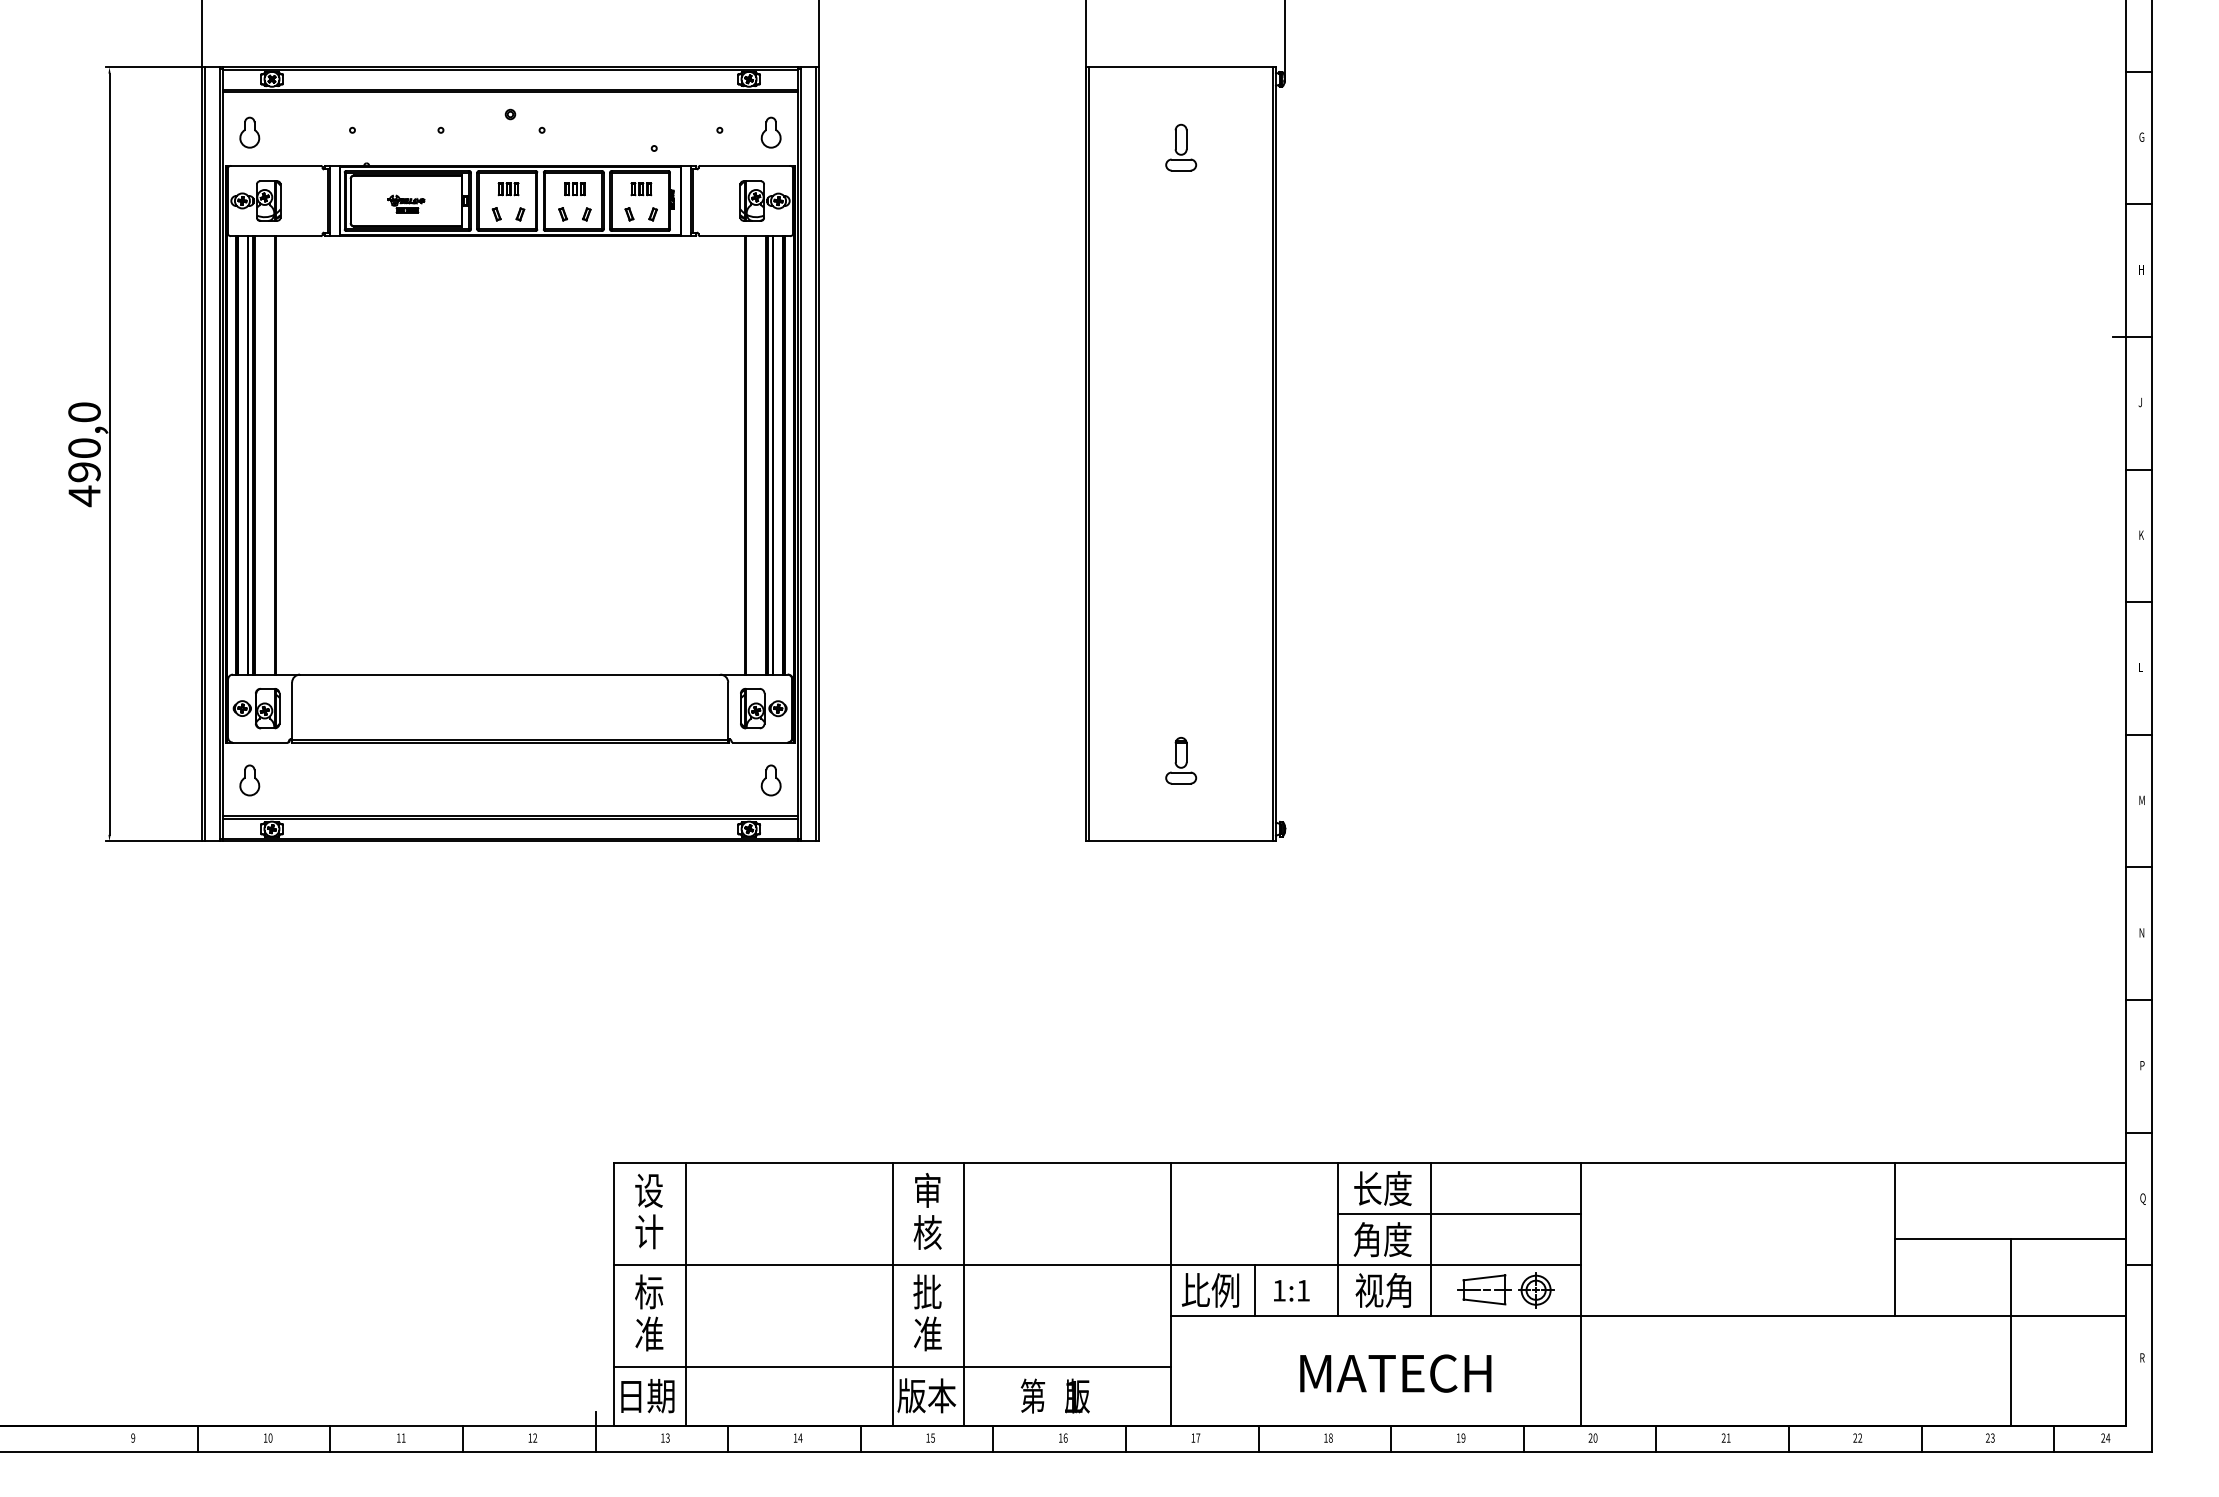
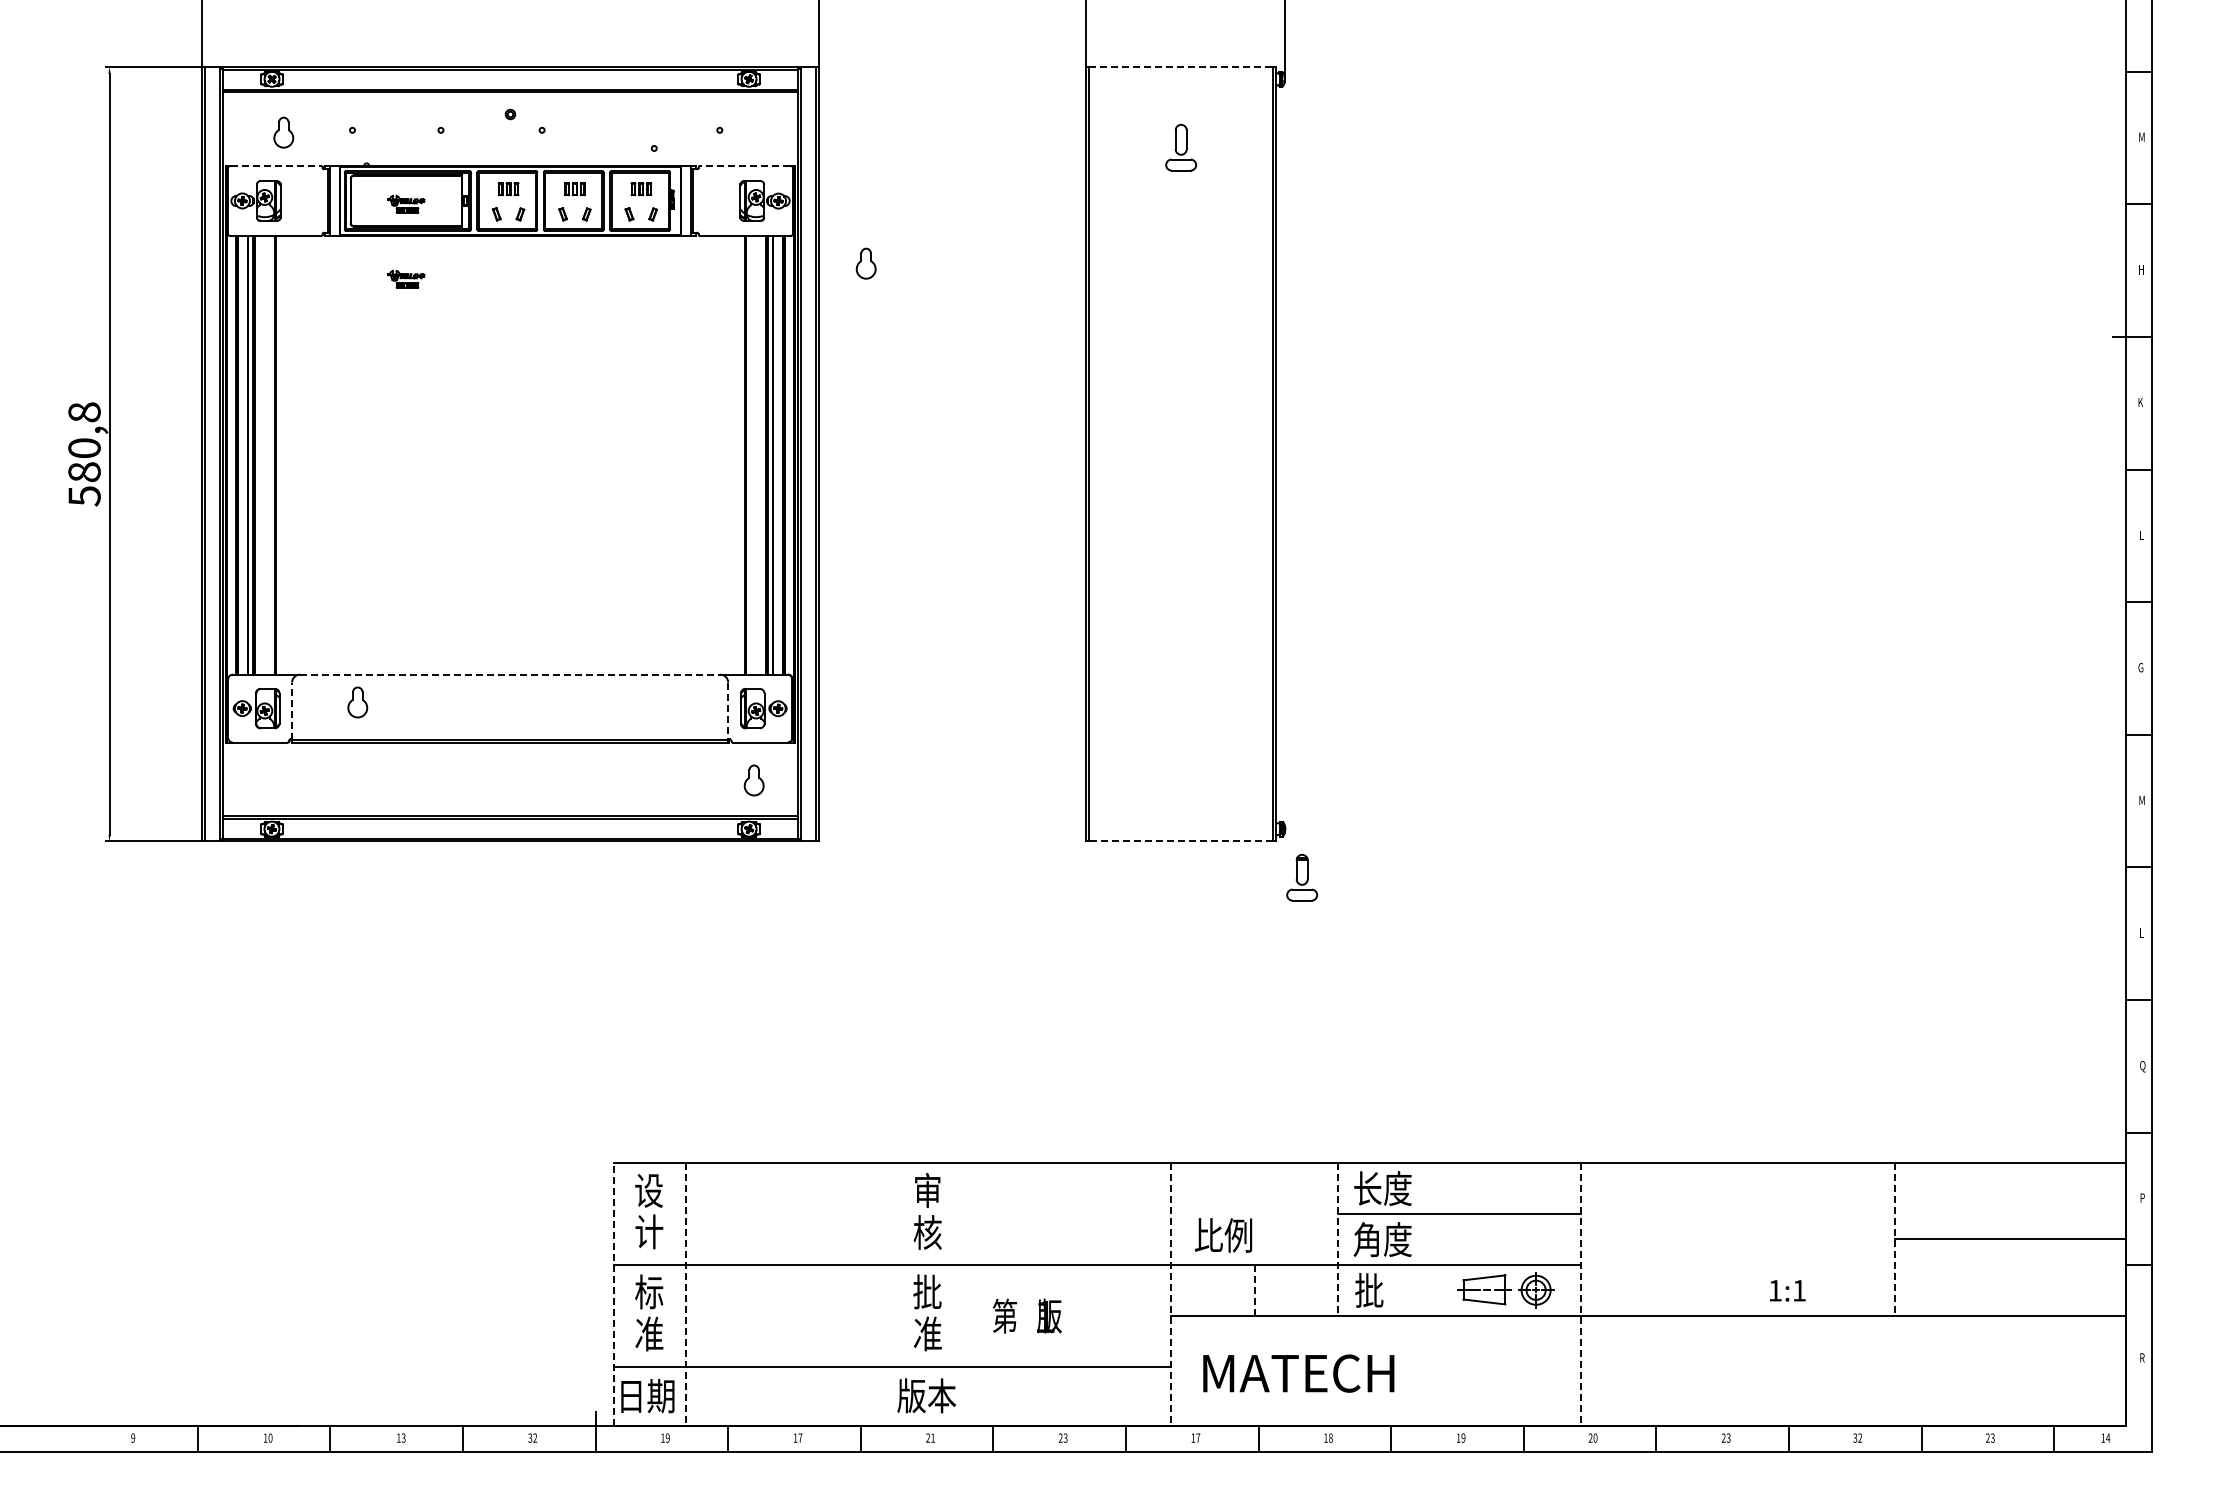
line at (1181, 67): solid -> dashed
part at (249, 132) position: (249, 132) -> (283, 132)
part at (770, 132) position: (770, 132) -> (865, 263)
text at (2141, 136): G -> M
line at (276, 165): solid -> dashed
line at (744, 165): solid -> dashed
part at (406, 278): none -> present
text at (2140, 402): J -> K
text at (84, 454): 490,0 -> 580,8
text at (2141, 534): K -> L
text at (2140, 667): L -> G
line at (510, 674): solid -> dashed
line at (292, 711): solid -> dashed
line at (728, 711): solid -> dashed
part at (1181, 760) position: (1181, 760) -> (1302, 877)
part at (249, 780) position: (249, 780) -> (357, 702)
part at (770, 780) position: (770, 780) -> (753, 780)
line at (1180, 841): solid -> dashed
text at (2141, 932): N -> L
text at (2142, 1066): P -> Q
text at (2142, 1198): Q -> P
line at (1338, 1239): solid -> dashed
line at (1431, 1239): present -> none
line at (1895, 1239): solid -> dashed
text at (1210, 1290) position: (1210, 1290) -> (1223, 1235)
line at (1254, 1290): solid -> dashed
text at (1291, 1290) position: (1291, 1290) -> (1787, 1290)
text at (1383, 1290): 视角 -> 批
line at (614, 1293): solid -> dashed
line at (685, 1294): solid -> dashed
line at (892, 1294): present -> none
line at (964, 1294): present -> none
line at (1171, 1294): solid -> dashed
line at (1580, 1294): solid -> dashed
line at (2010, 1332): present -> none
text at (1395, 1373) position: (1395, 1373) -> (1298, 1373)
text at (1054, 1395) position: (1054, 1395) -> (1026, 1315)
text at (403, 1437): 11 -> 13
text at (530, 1437): 12 -> 32
text at (800, 1437): 14 -> 17
text at (930, 1437): 15 -> 21
text at (1062, 1437): 16 -> 23
text at (1728, 1437): 21 -> 23
text at (2103, 1437): 24 -> 14
text at (667, 1438): 13 -> 19
text at (1855, 1438): 22 -> 32
